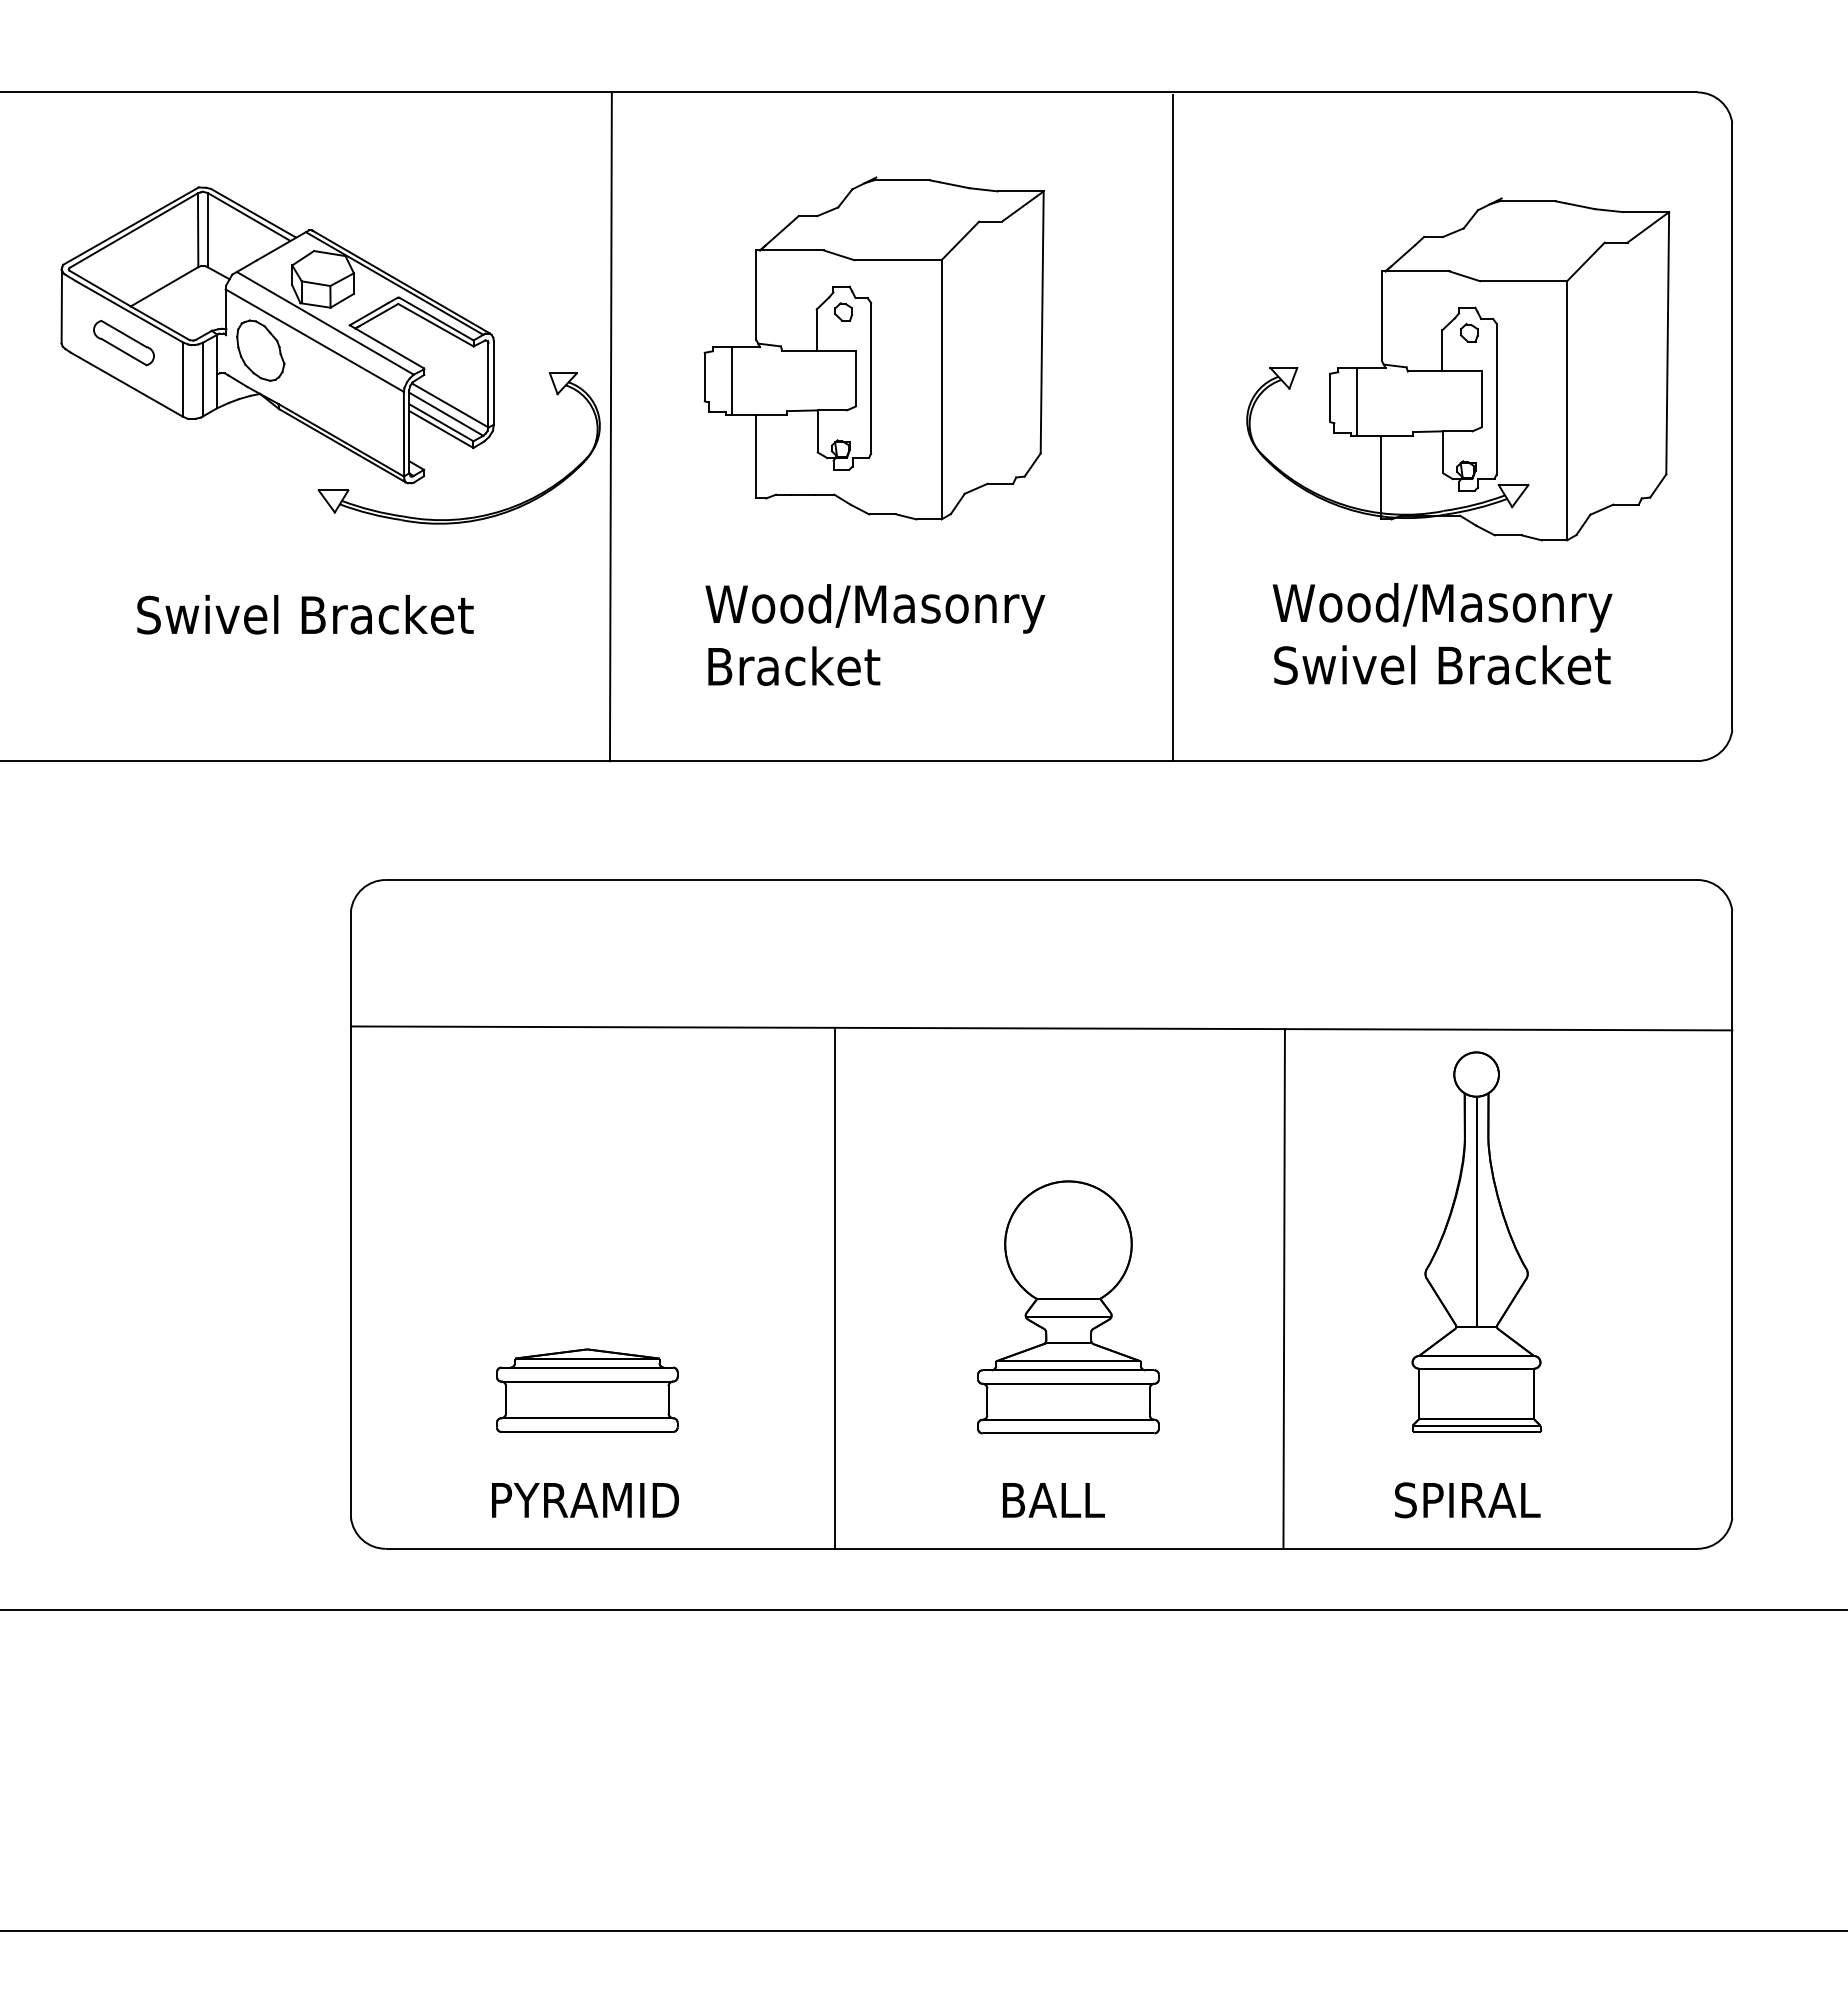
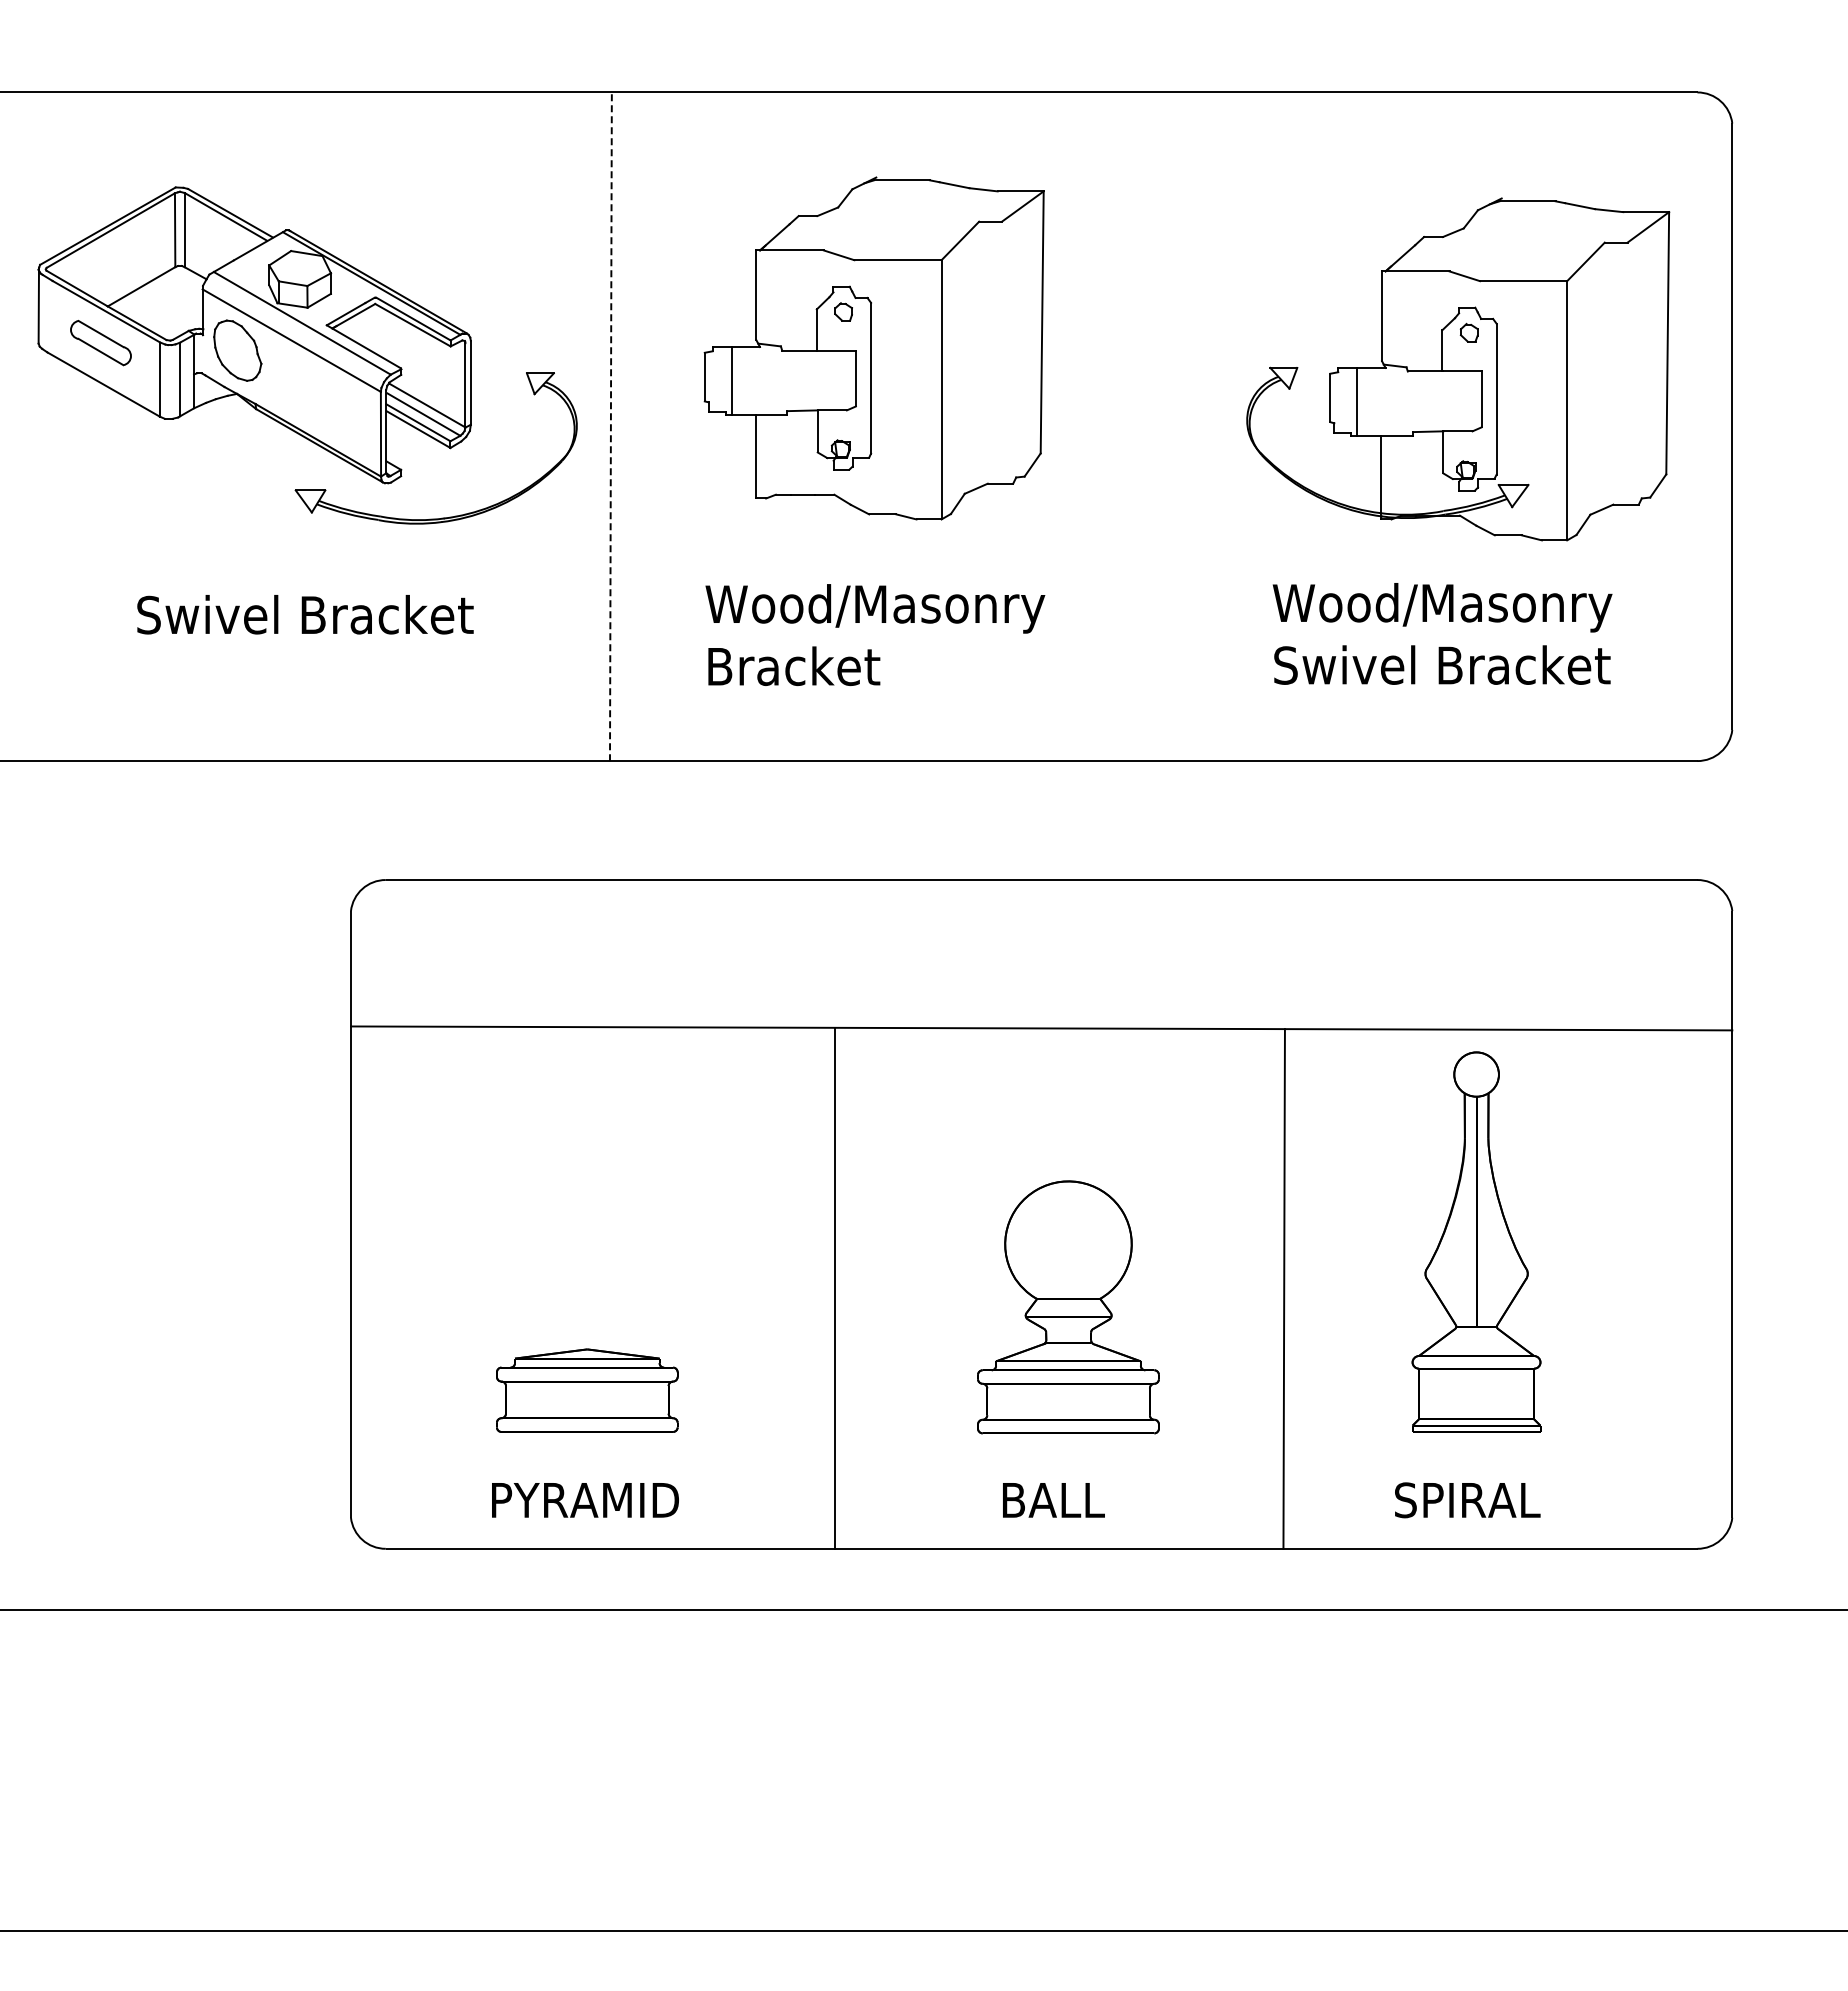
part at (330, 355) position: (330, 355) -> (307, 355)
line at (610, 427): solid -> dashed
line at (1172, 428): present -> none
